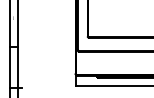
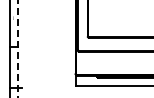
line at (18, 49): solid -> dashed
